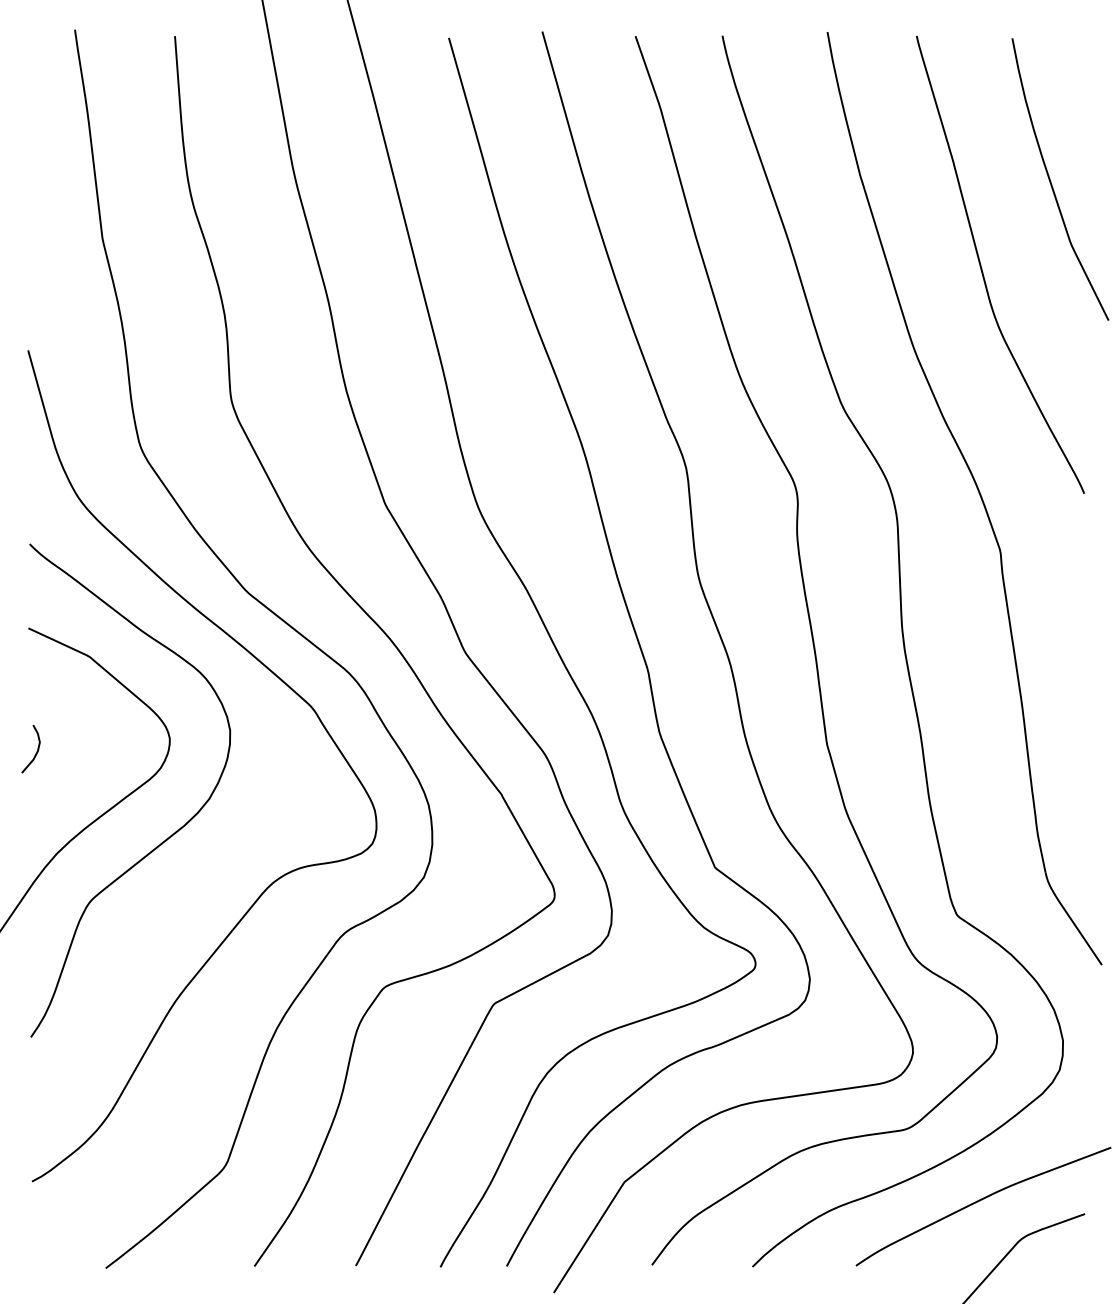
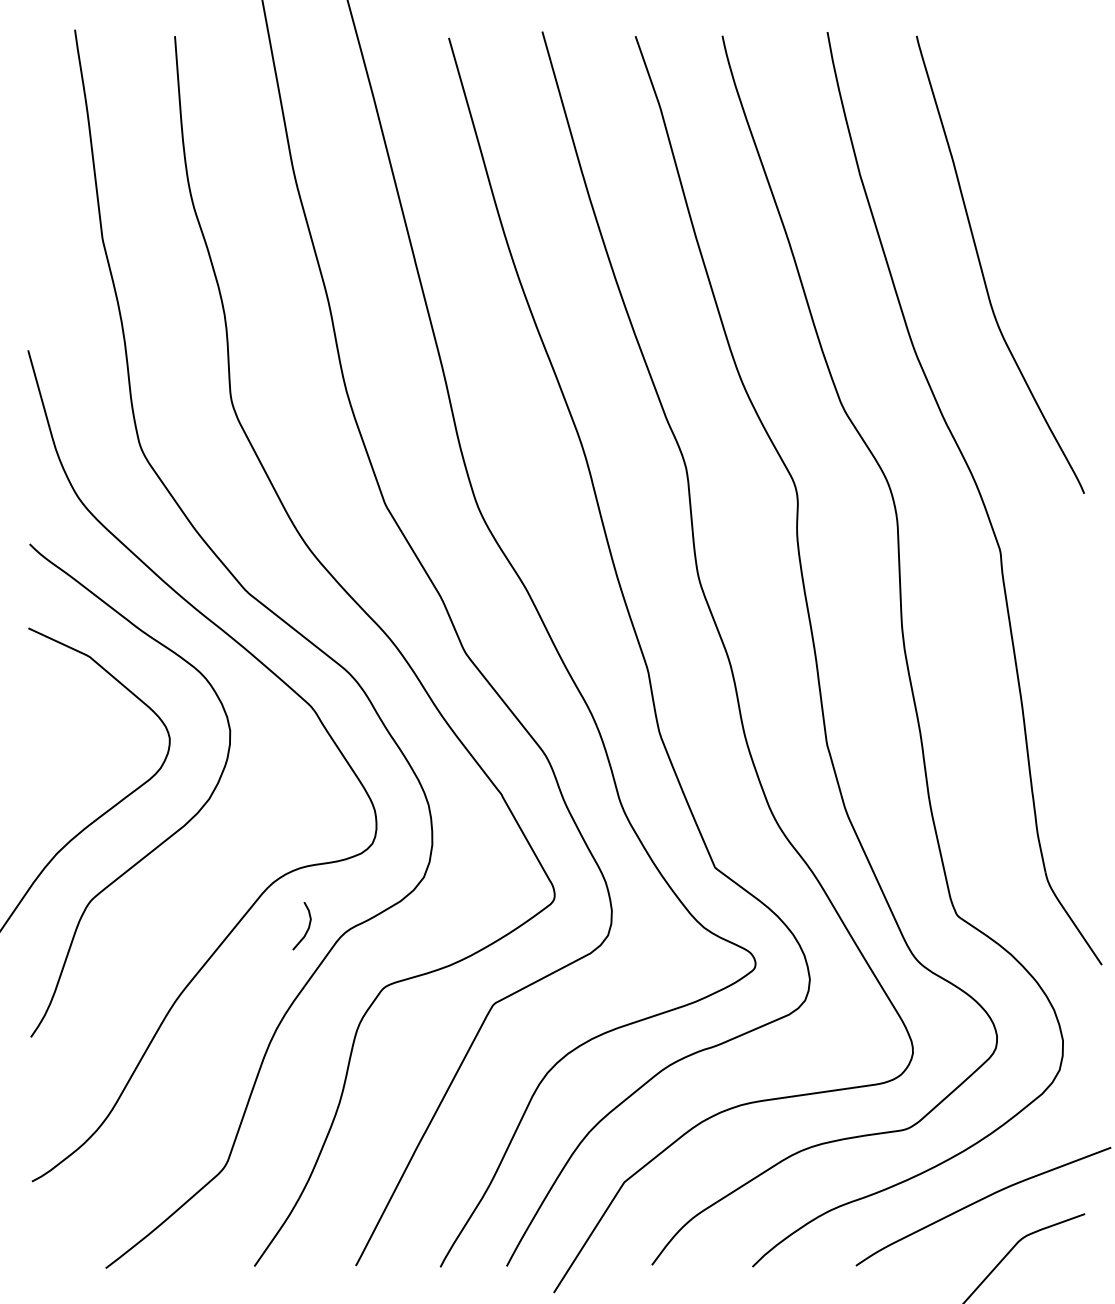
curve at (1051, 181): present -> none
curve at (36, 751) position: (36, 751) -> (307, 928)
